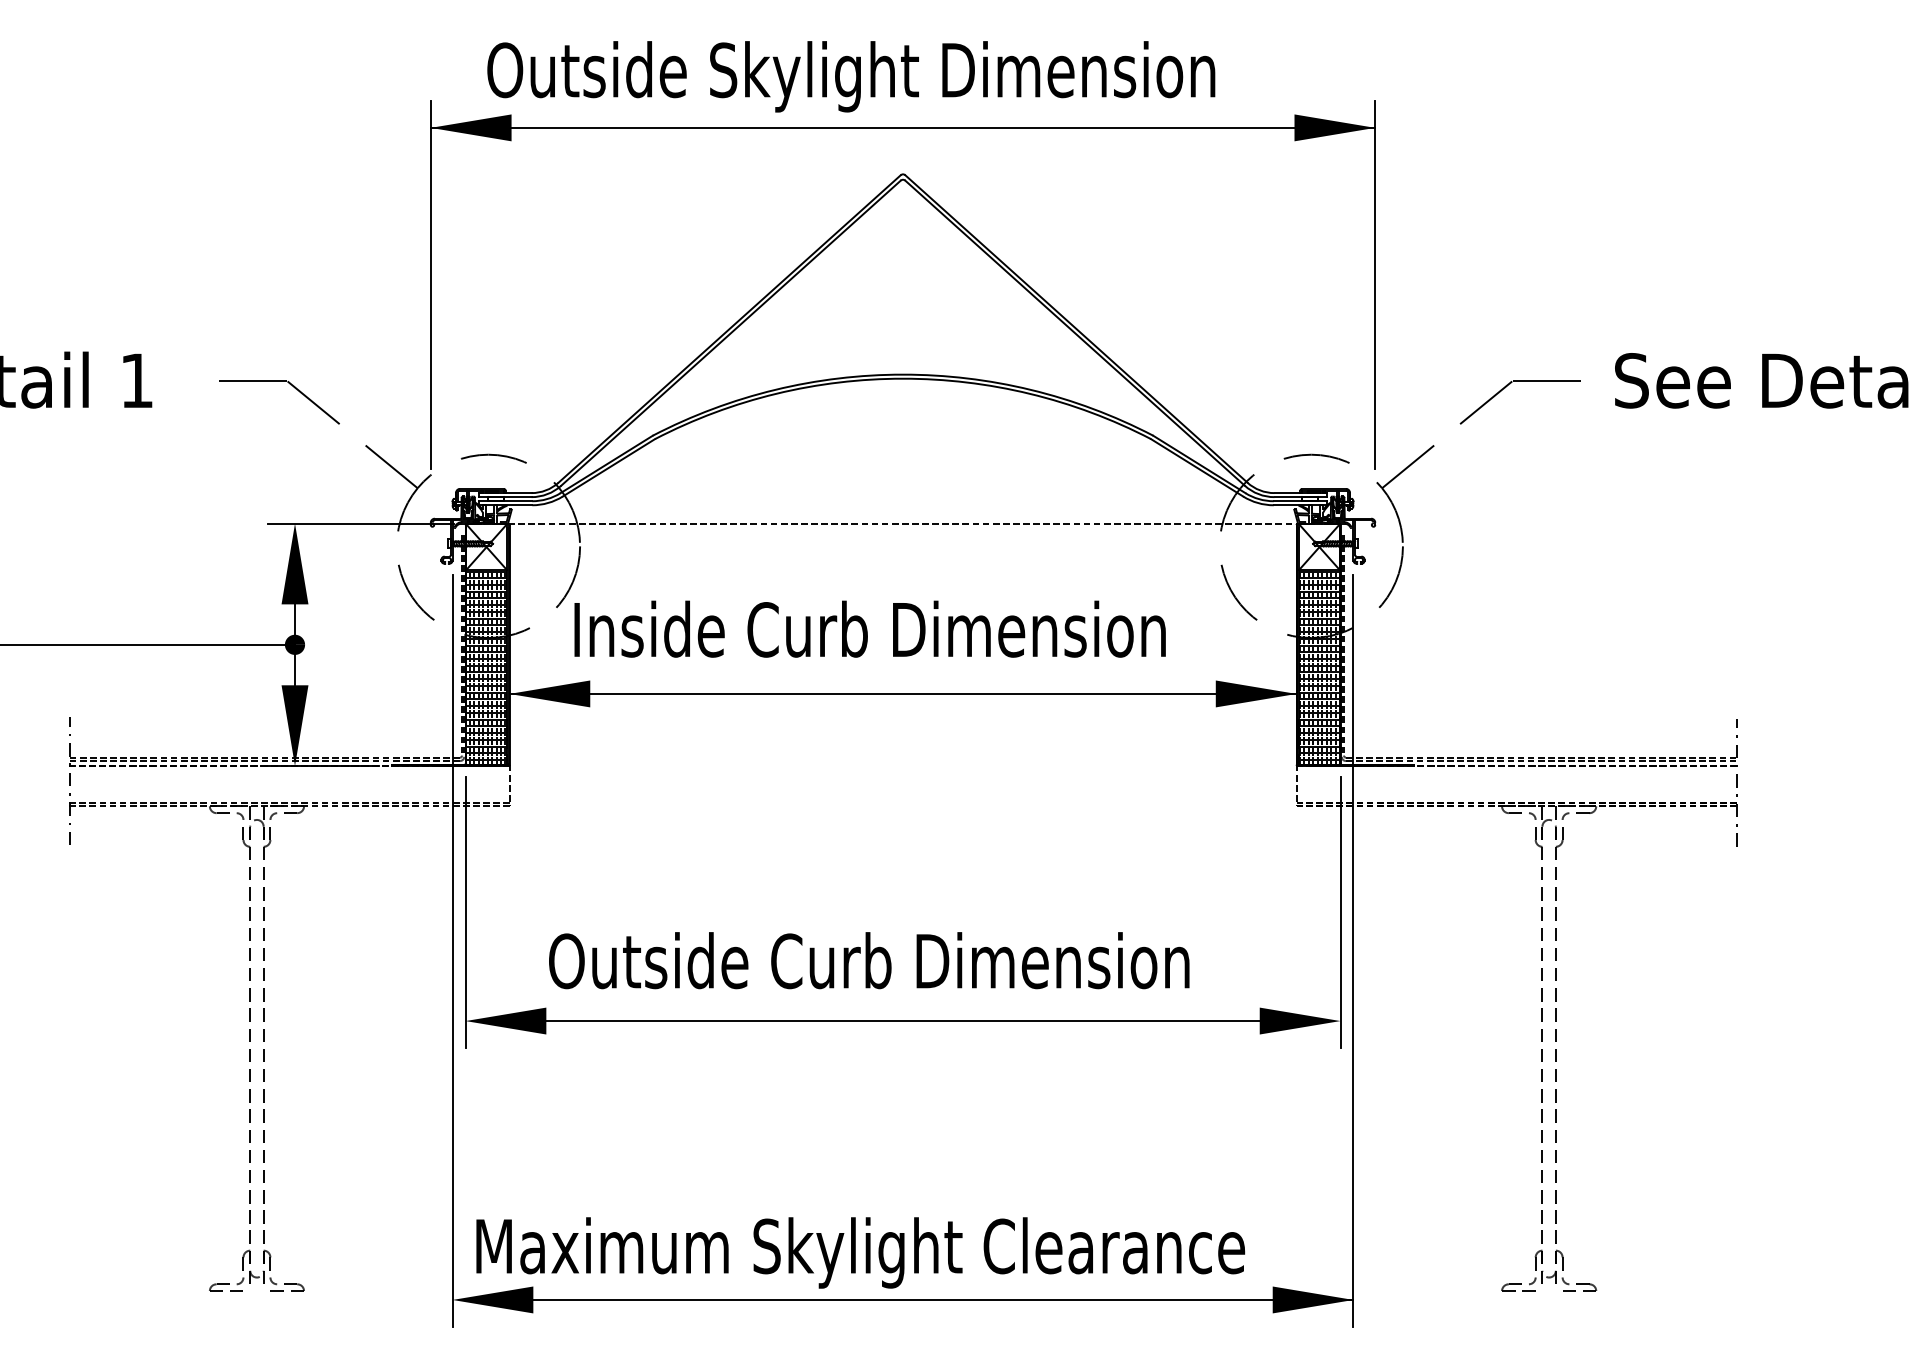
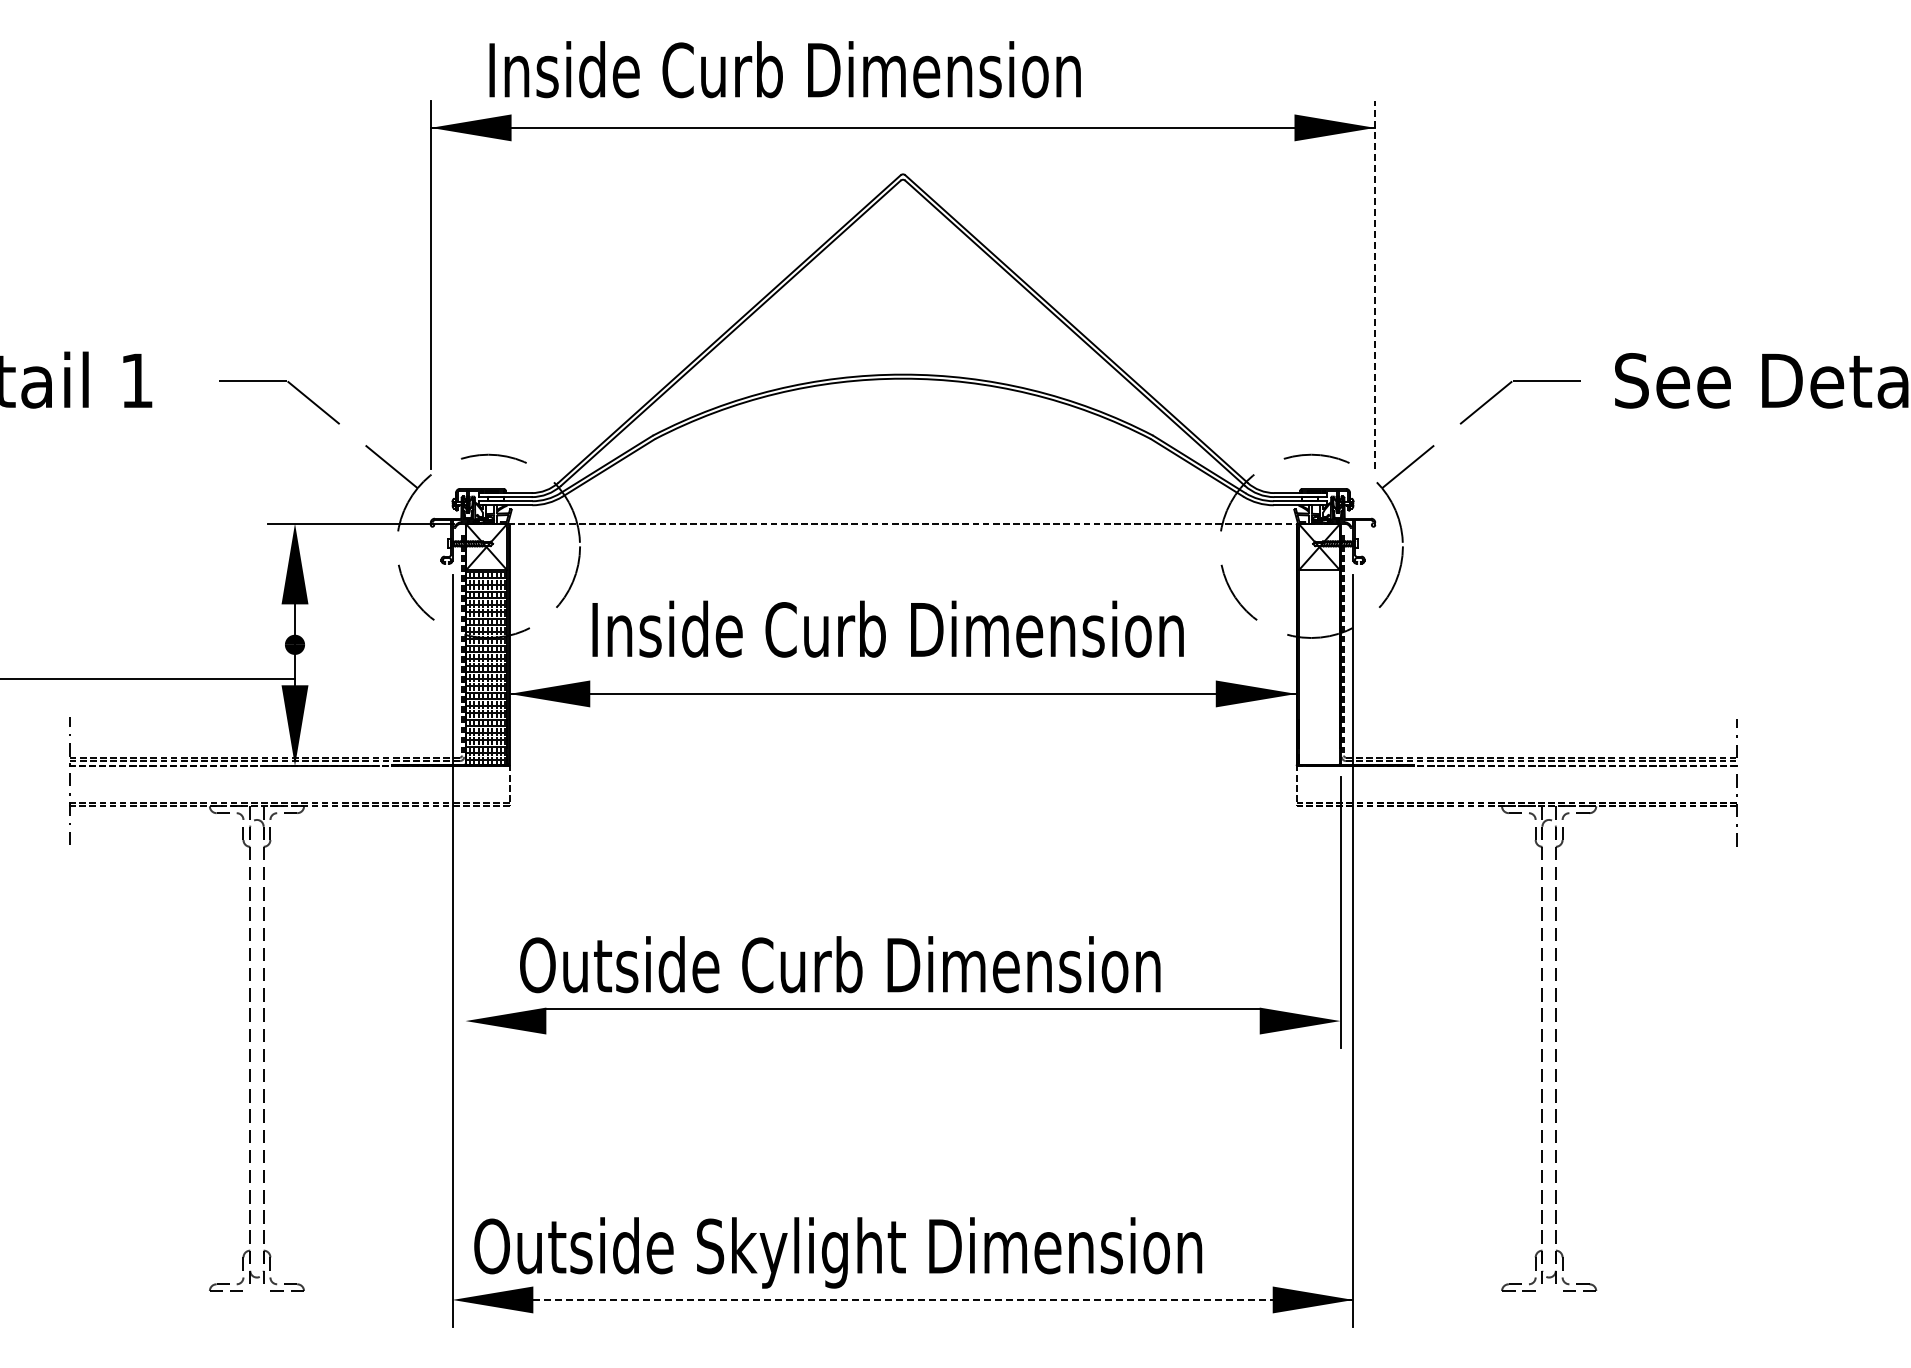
text at (851, 76): Outside Skylight Dimension -> Inside Curb Dimension
line at (1375, 284): solid -> dashed
text at (869, 628) position: (869, 628) -> (887, 628)
line at (148, 644) position: (148, 644) -> (148, 678)
hatch at (1319, 667): present -> none
line at (465, 912): present -> none
text at (869, 960) position: (869, 960) -> (840, 964)
line at (902, 1021) position: (902, 1021) -> (902, 1009)
text at (859, 1252): Maximum Skylight Clearance -> Outside Skylight Dimension
line at (943, 1299): solid -> dashed
